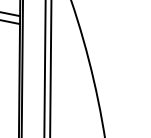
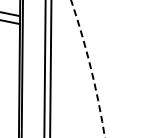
circle at (87, 68): solid -> dashed
